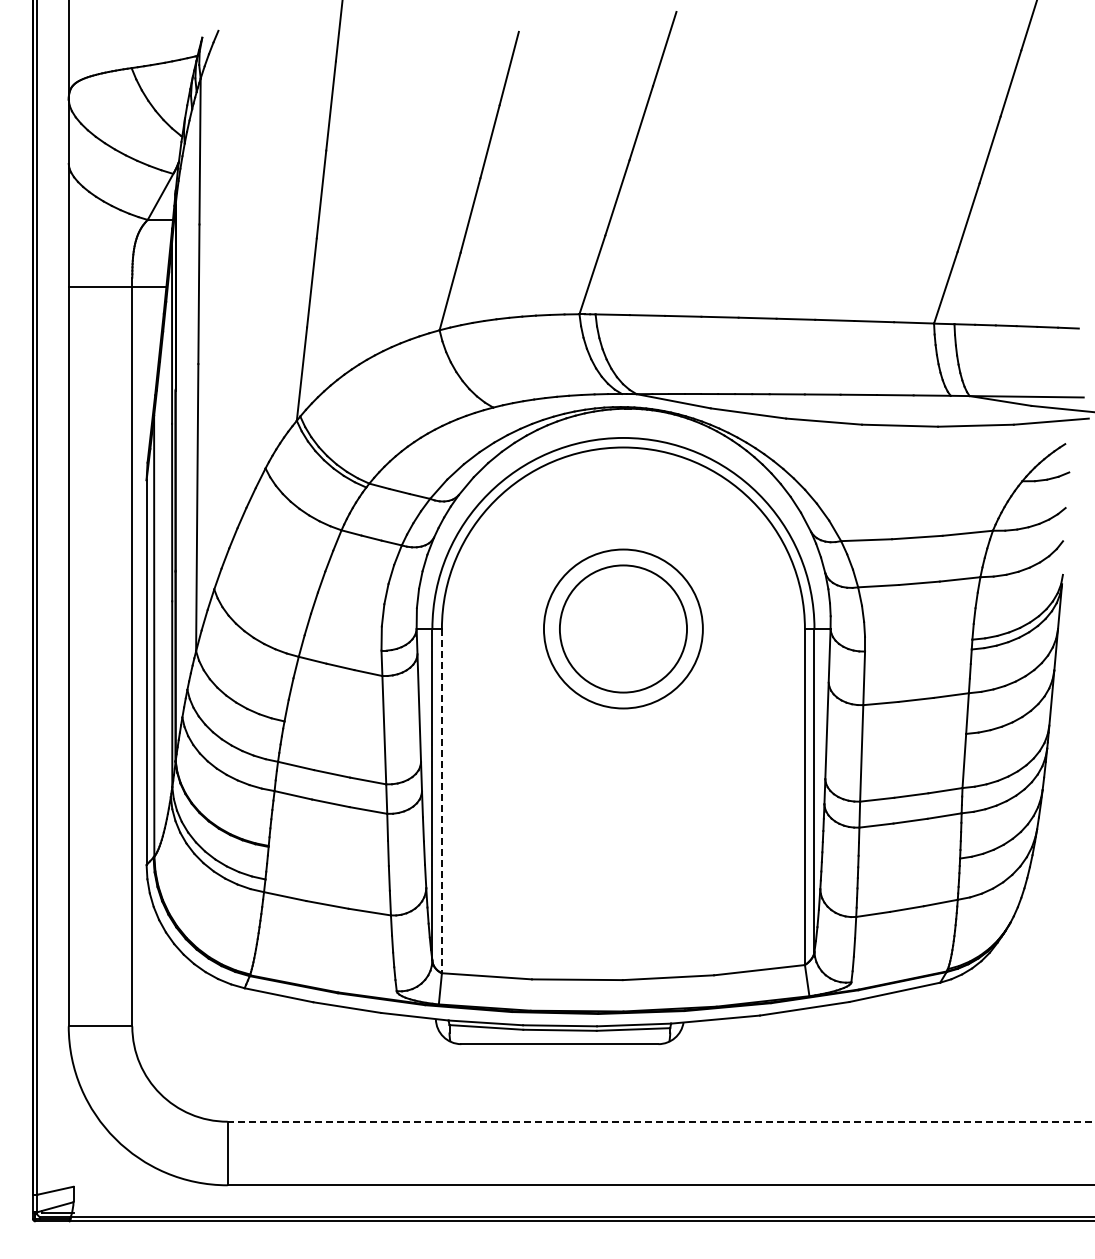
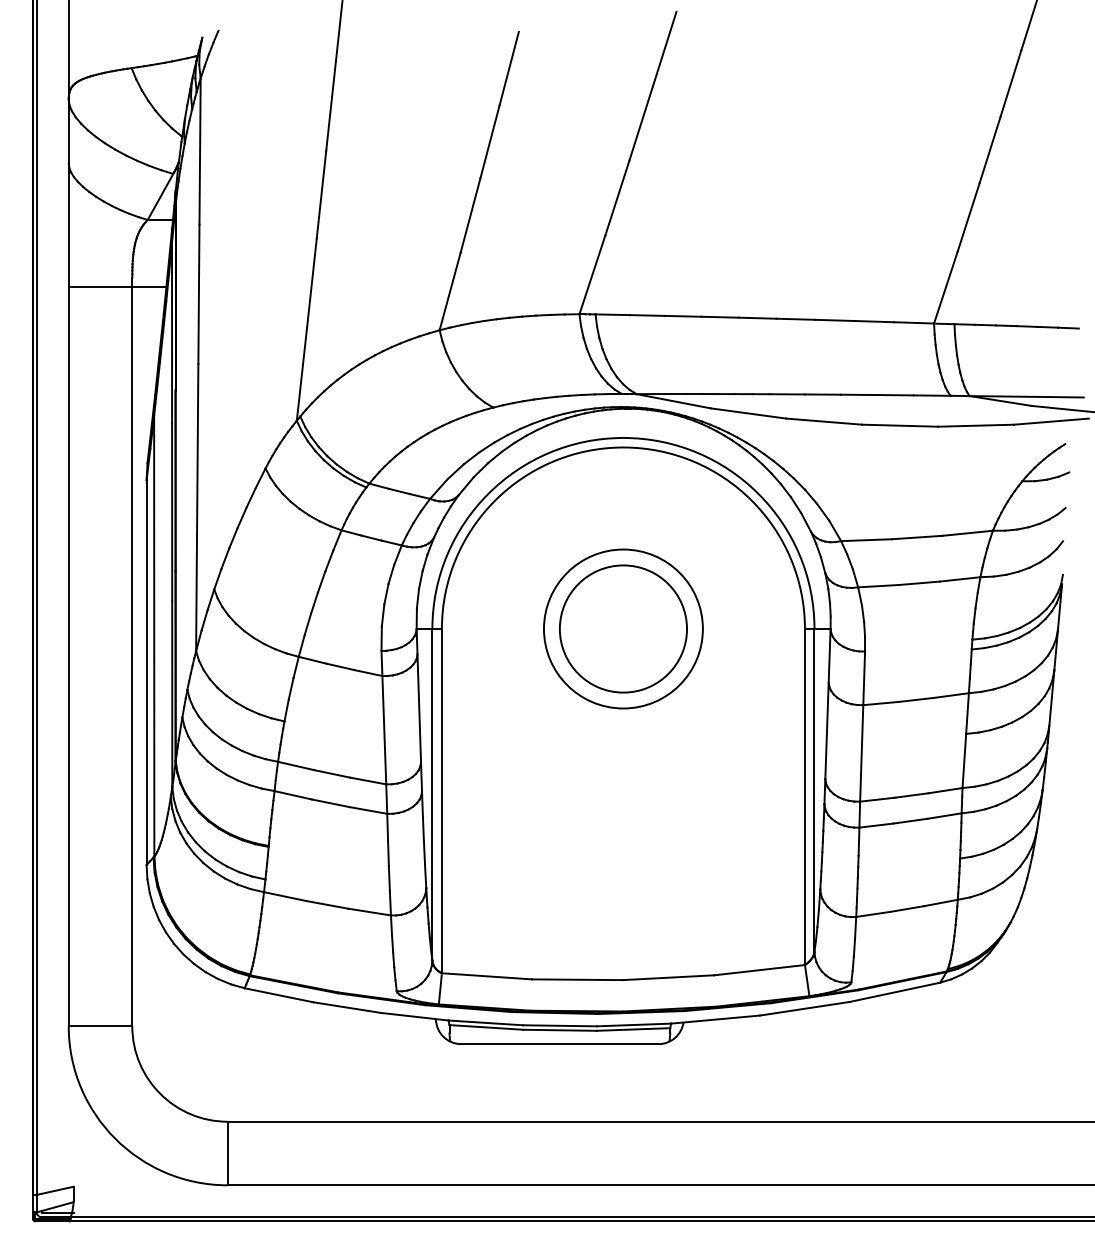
line at (441, 801): dashed -> solid
line at (660, 1121): dashed -> solid
